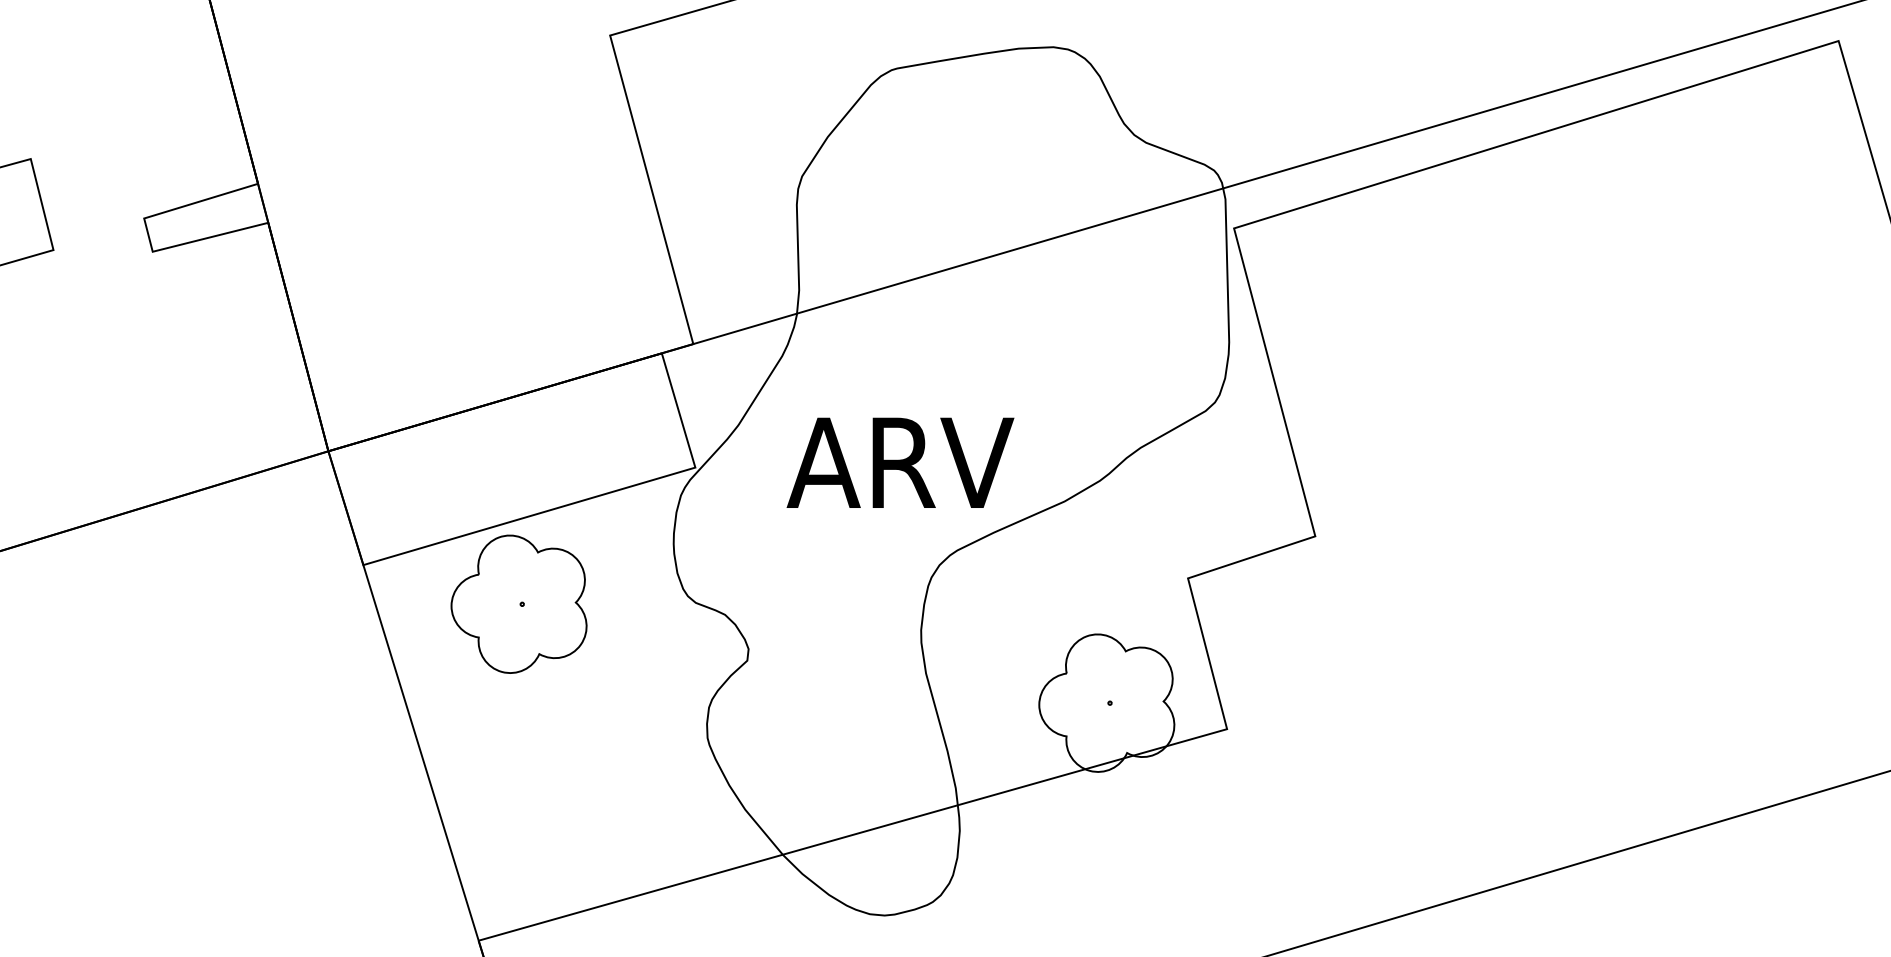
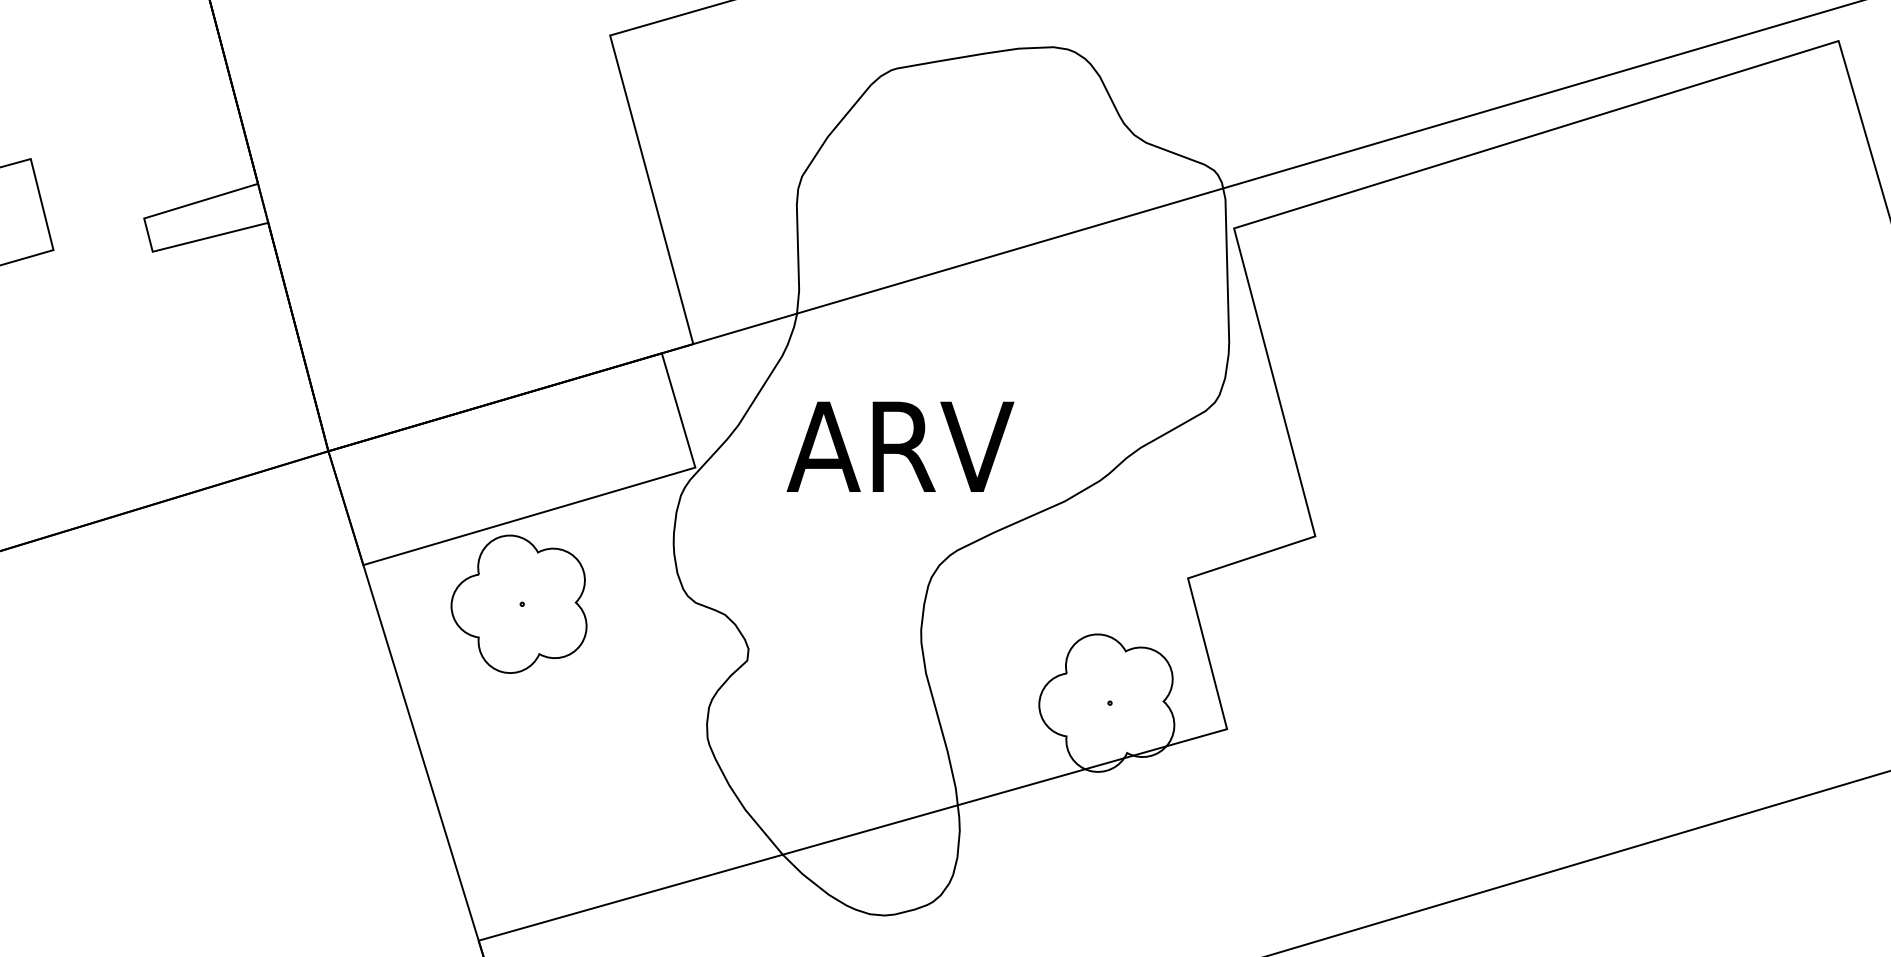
text at (900, 462) position: (900, 462) -> (900, 446)
